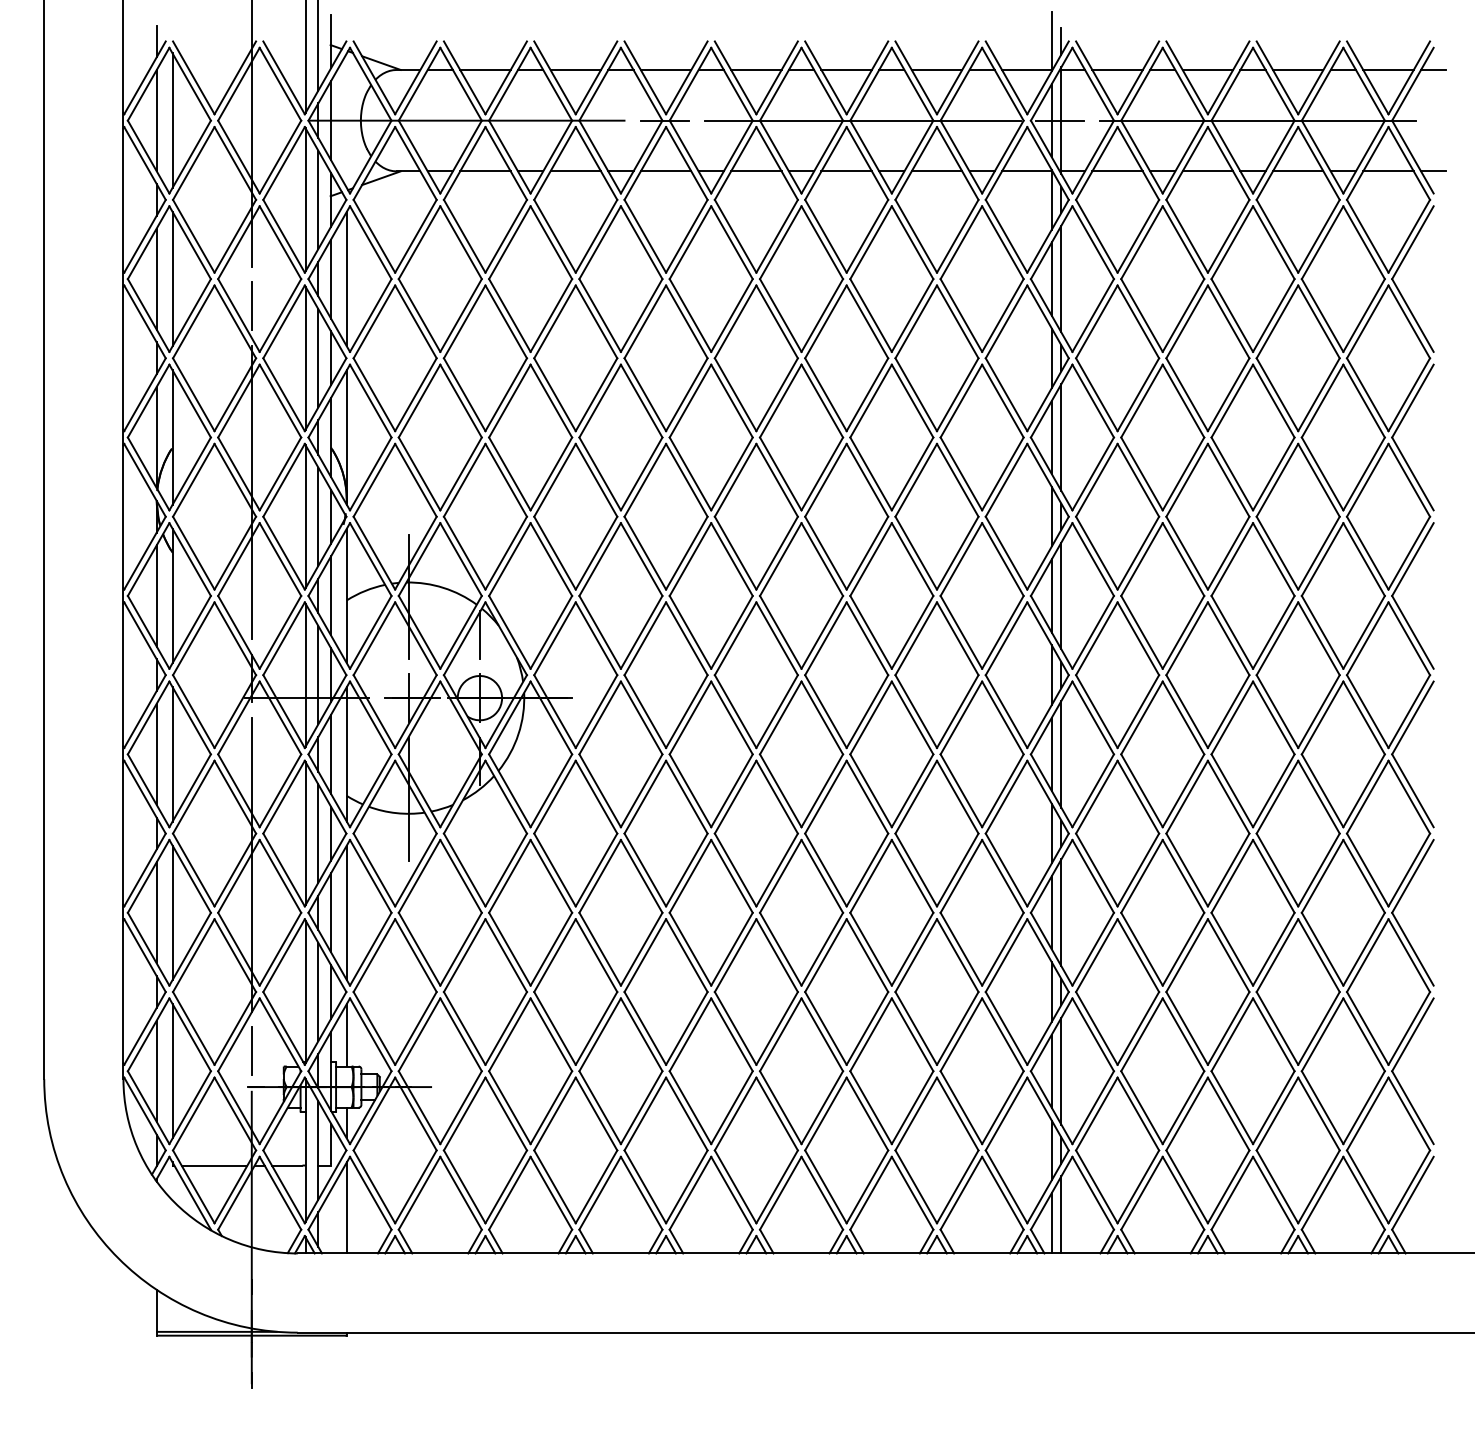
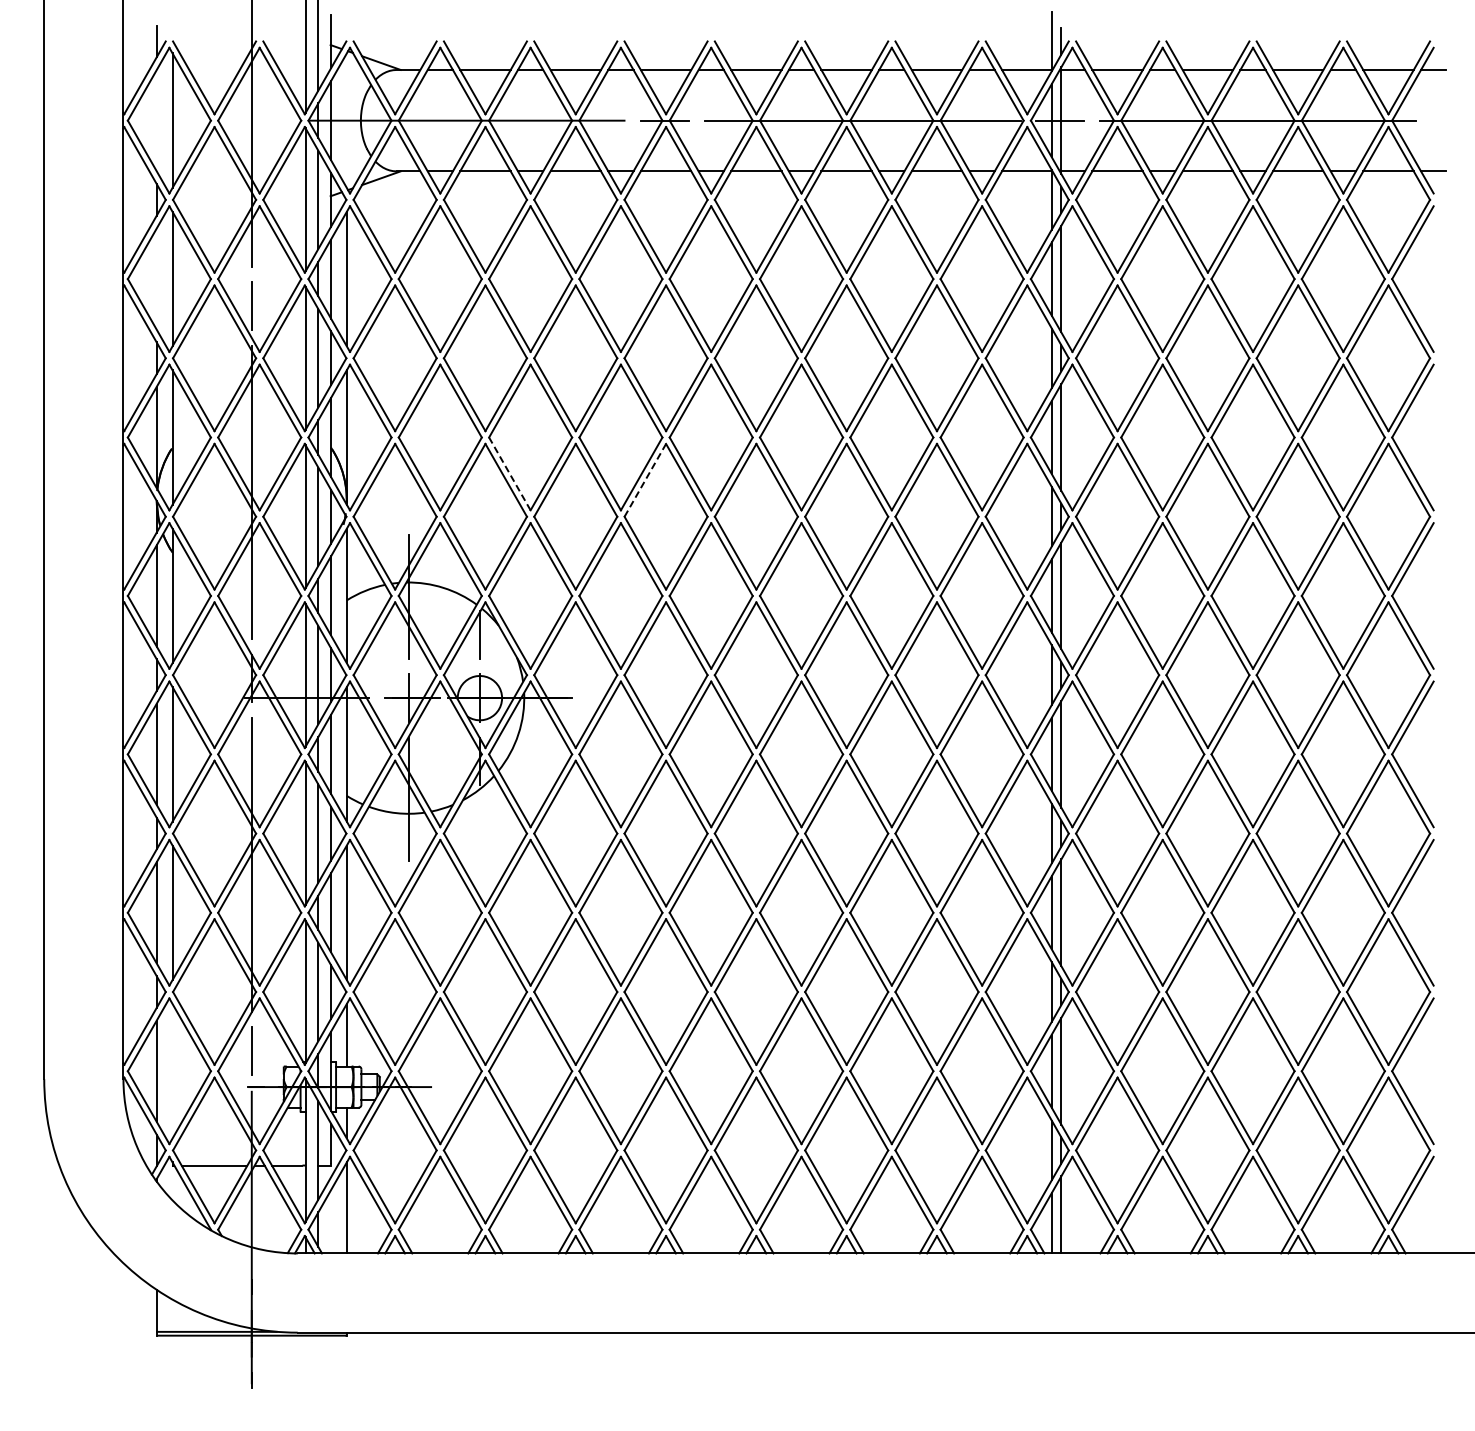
line at (156, 120): present -> none
line at (156, 278): present -> none
line at (509, 473): solid -> dashed
line at (645, 480): solid -> dashed
line at (172, 1070): present -> none
